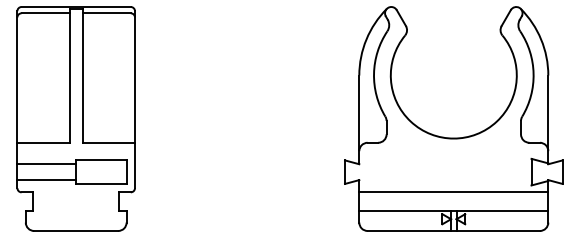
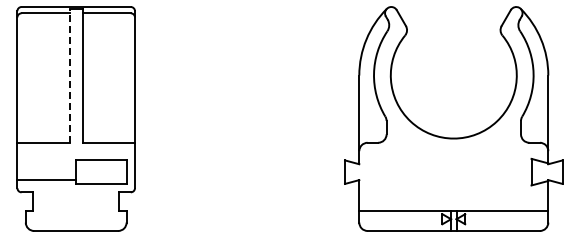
line at (69, 75): solid -> dashed
line at (46, 164): present -> none
line at (453, 192): present -> none
